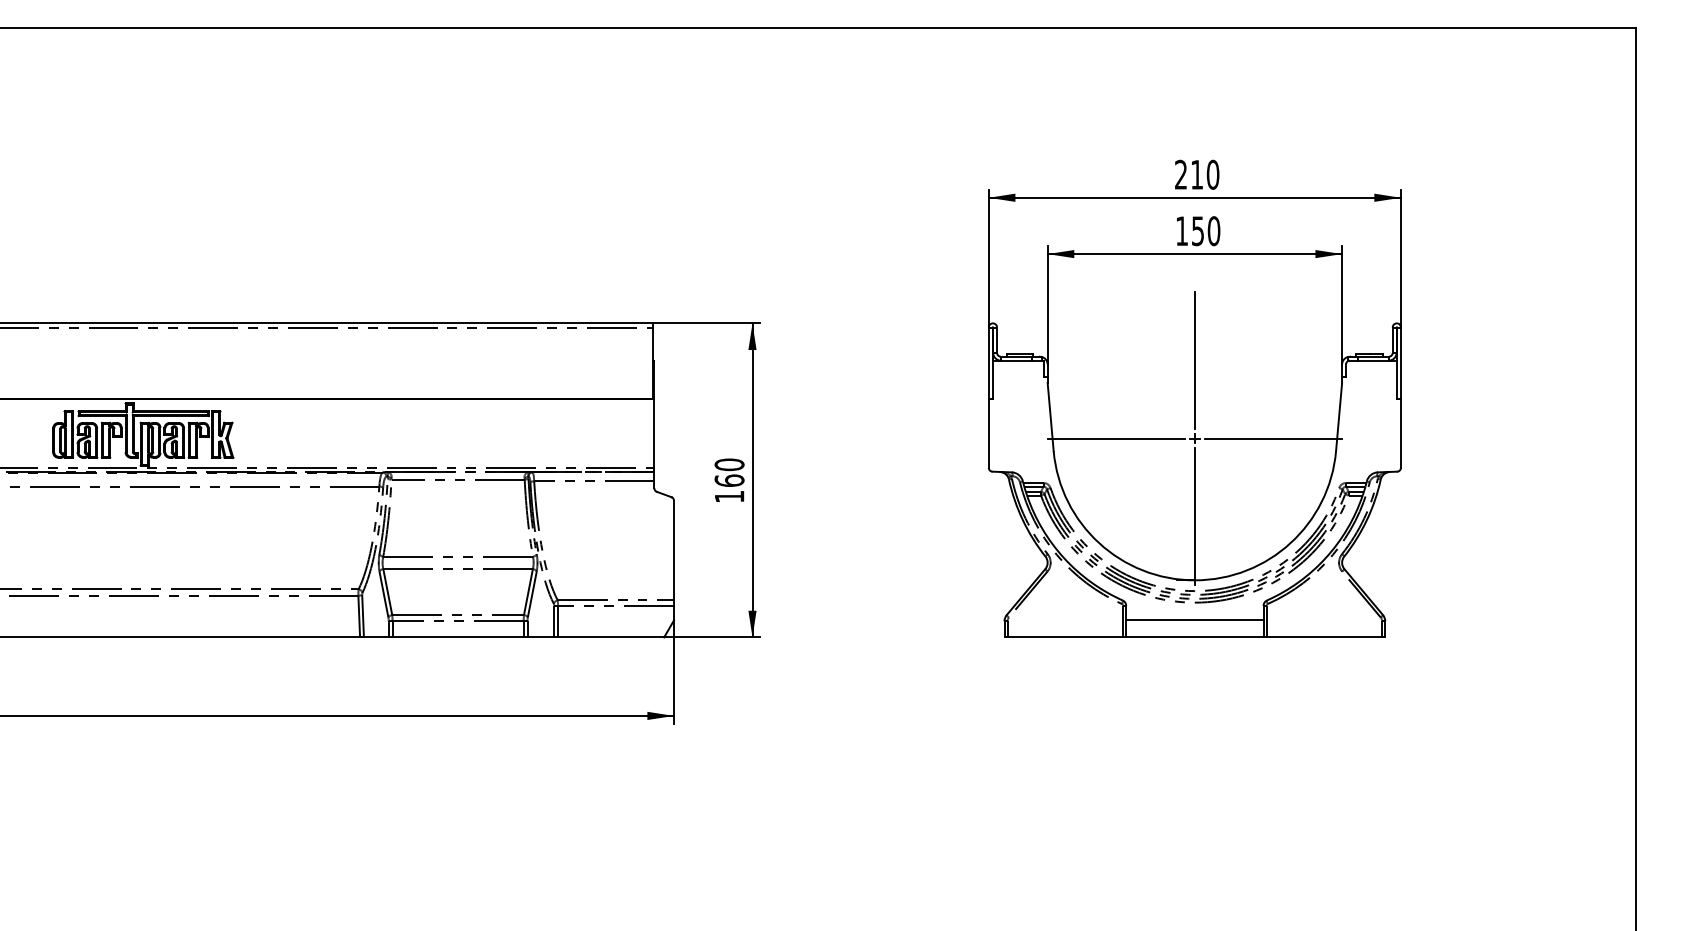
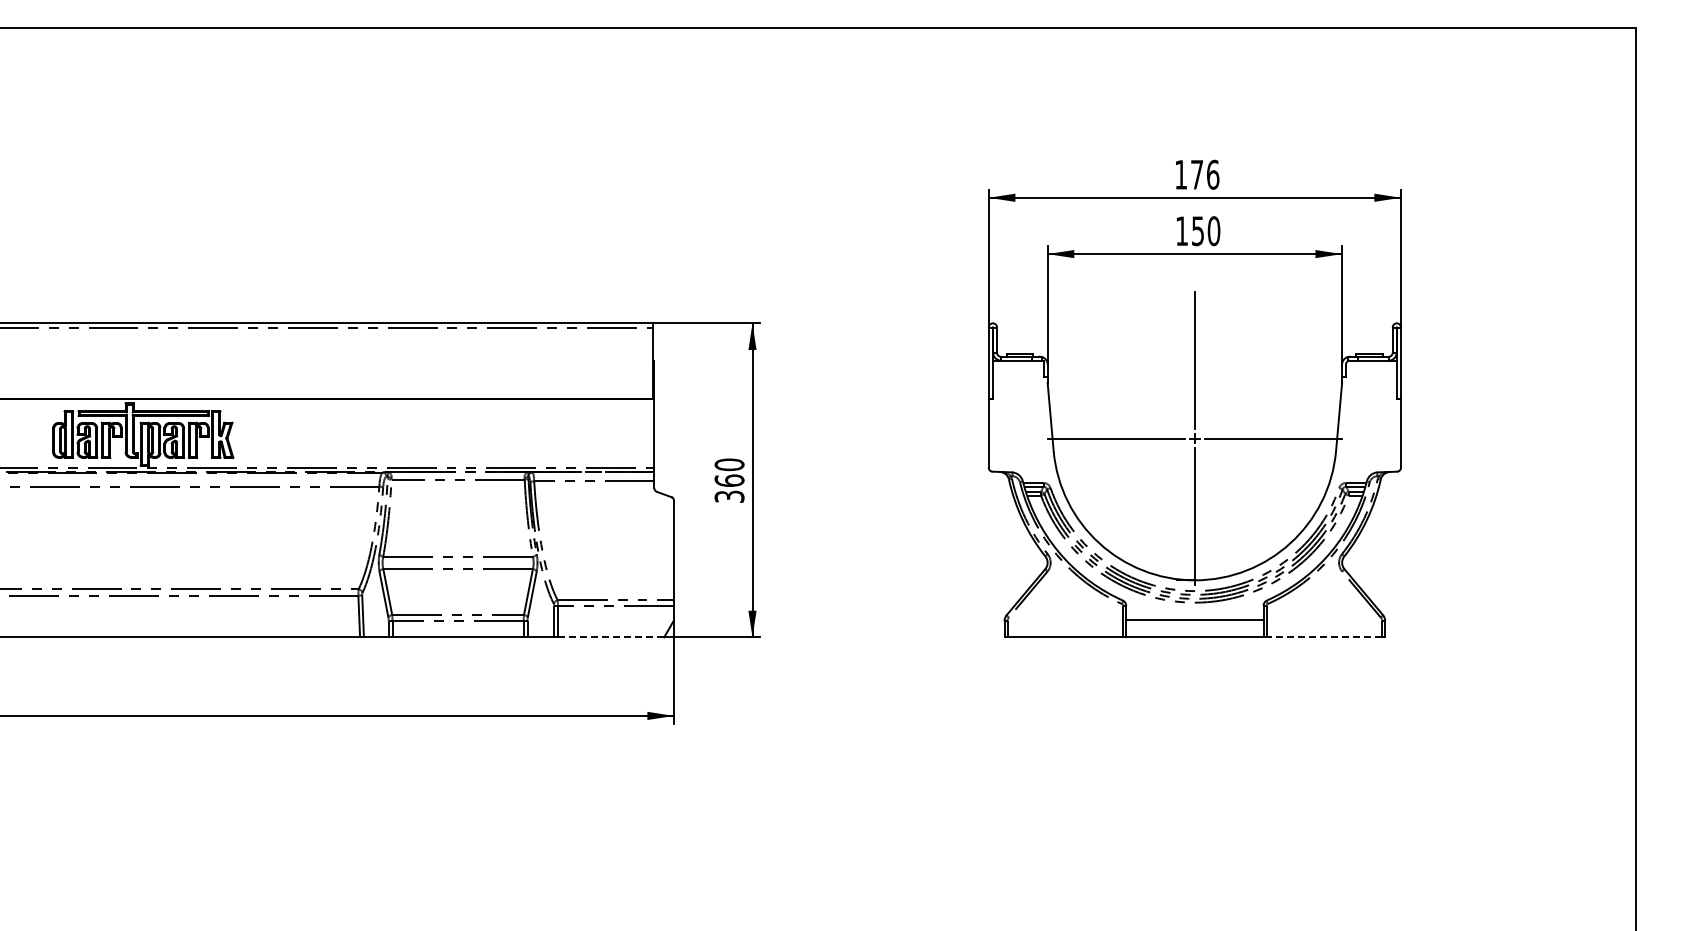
text at (1197, 174): 210 -> 176
text at (729, 496): 160 -> 360
line at (611, 637): solid -> dashed
line at (1324, 637): solid -> dashed
